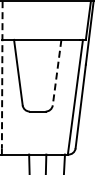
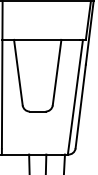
line at (57, 73): dashed -> solid
line at (2, 74): dashed -> solid
